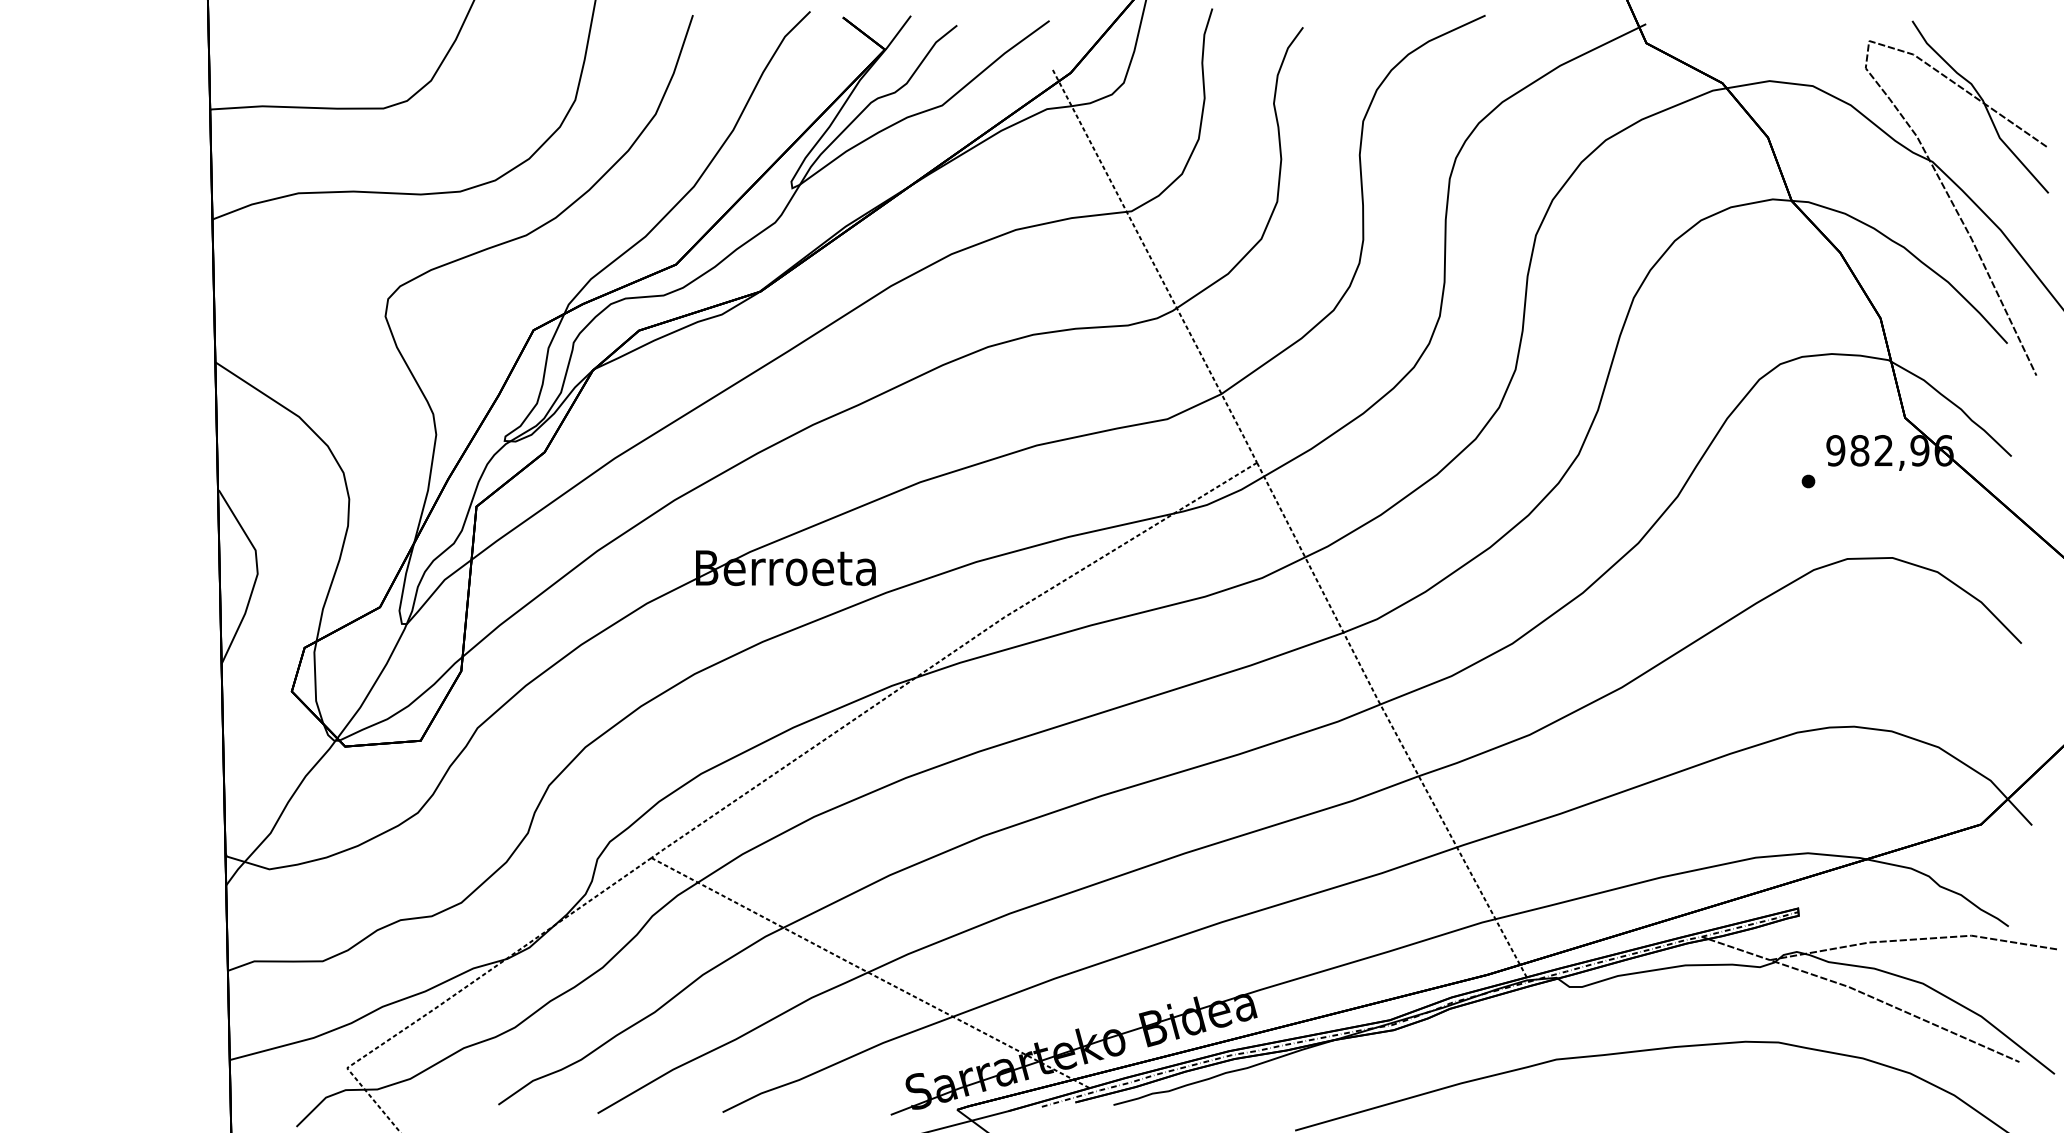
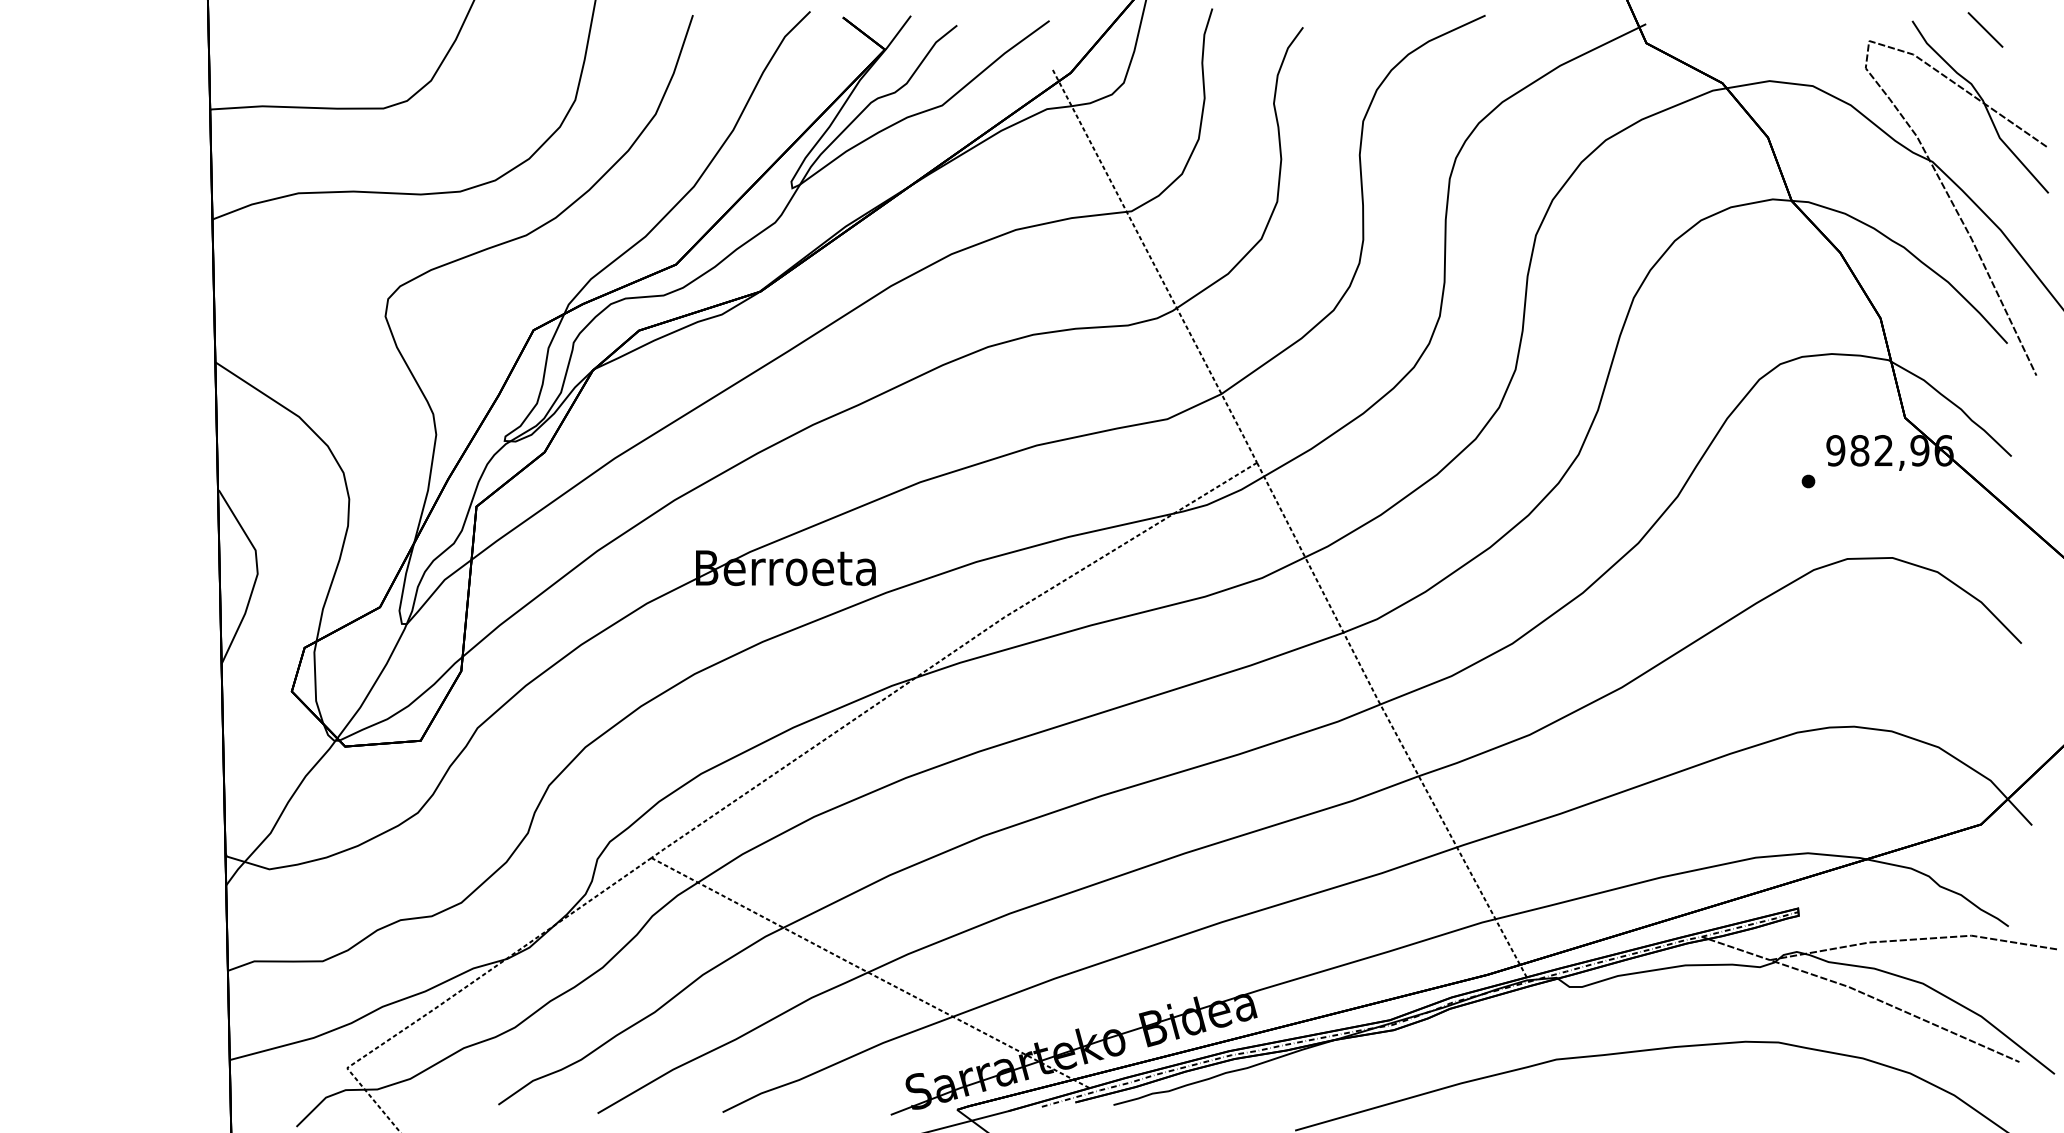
line at (1985, 29): none -> present
